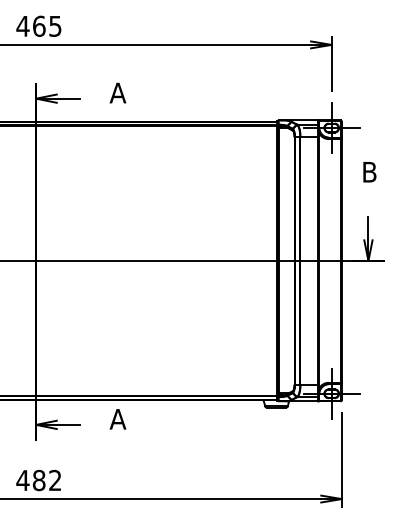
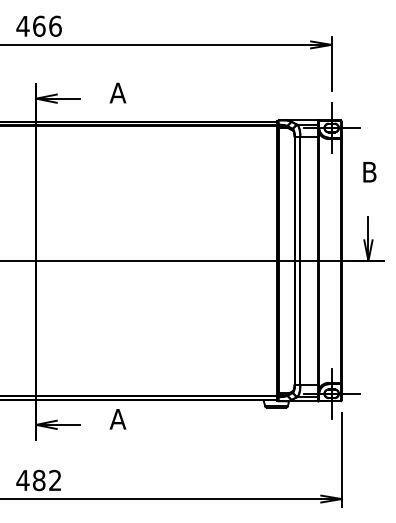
text at (55, 25): 465 -> 466
